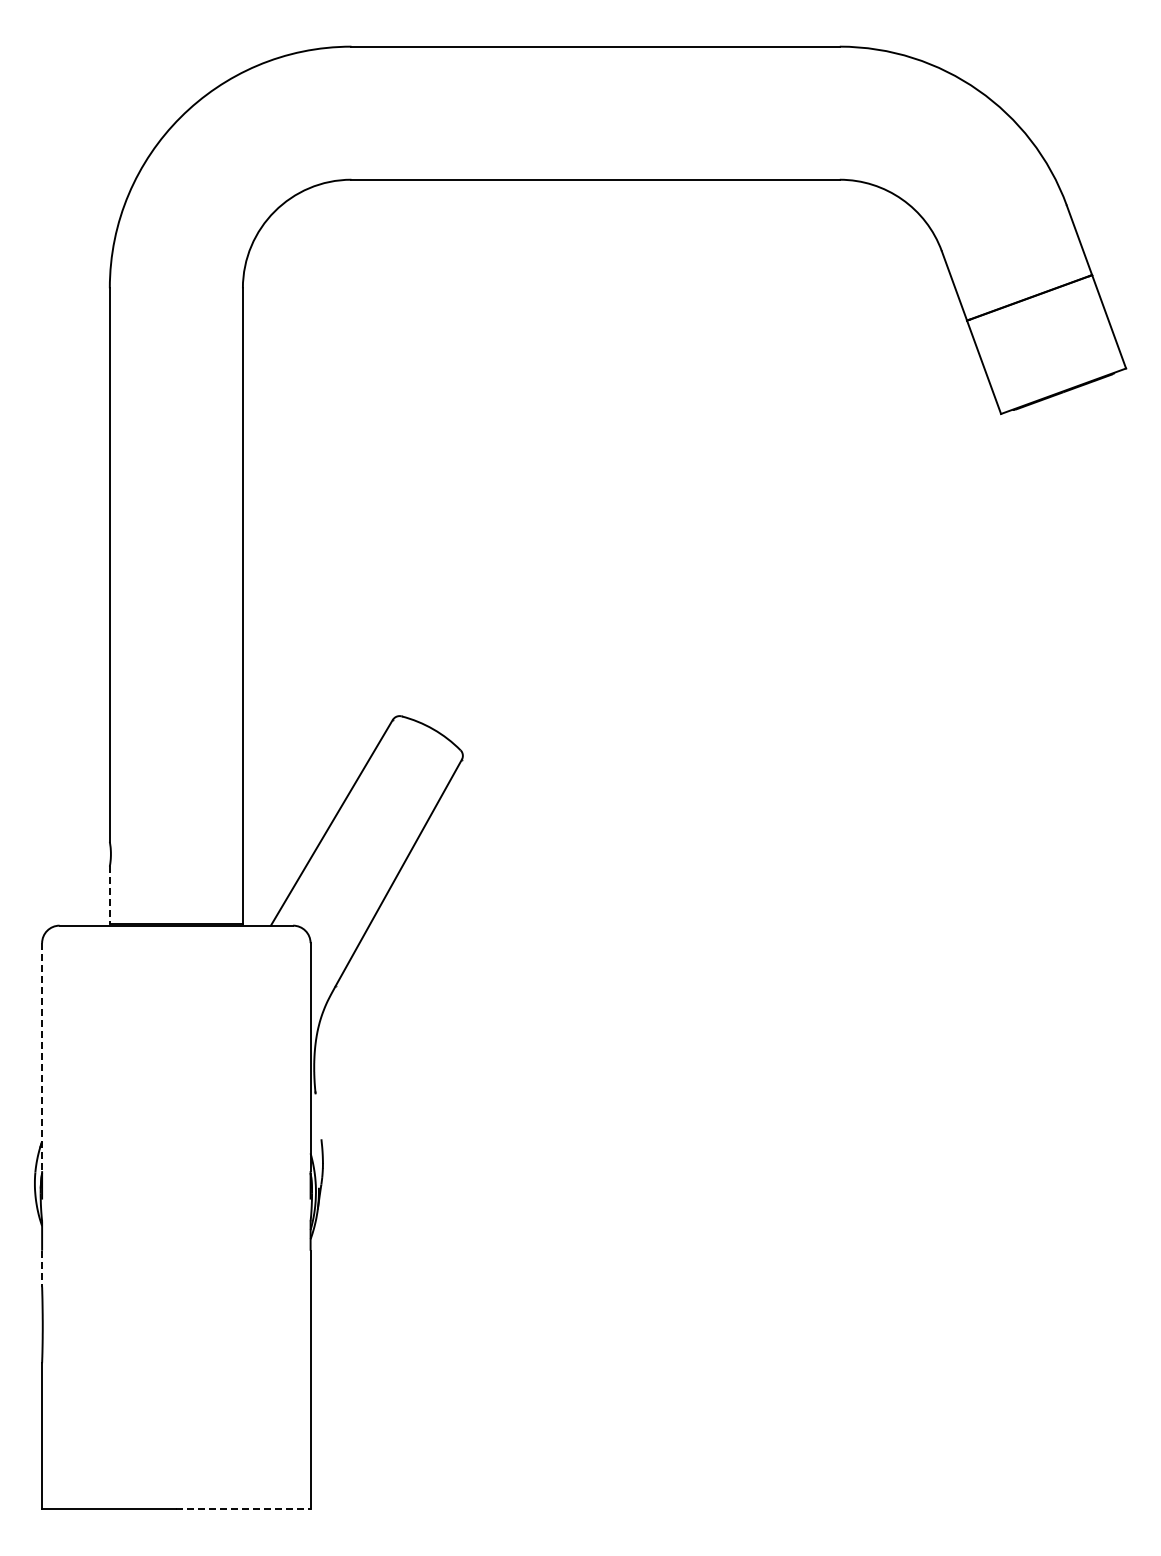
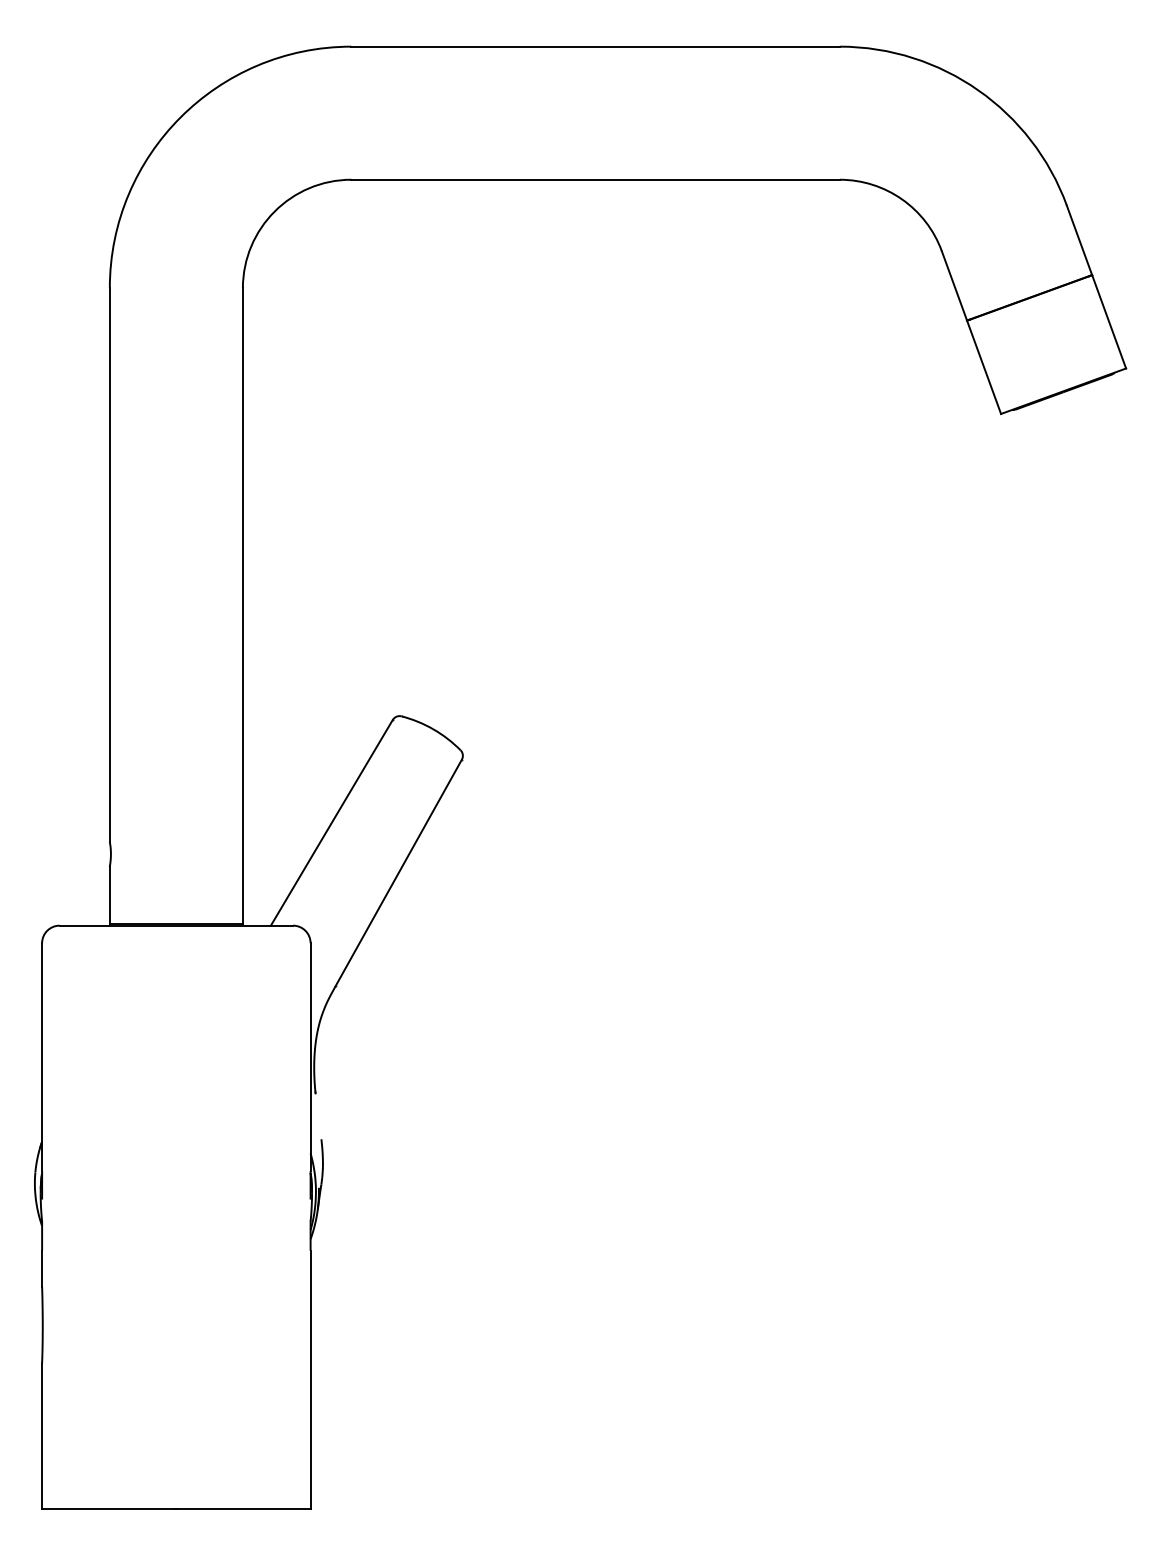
line at (109, 895): dashed -> solid
line at (42, 1057): dashed -> solid
line at (42, 1268): dashed -> solid
line at (243, 1509): dashed -> solid
